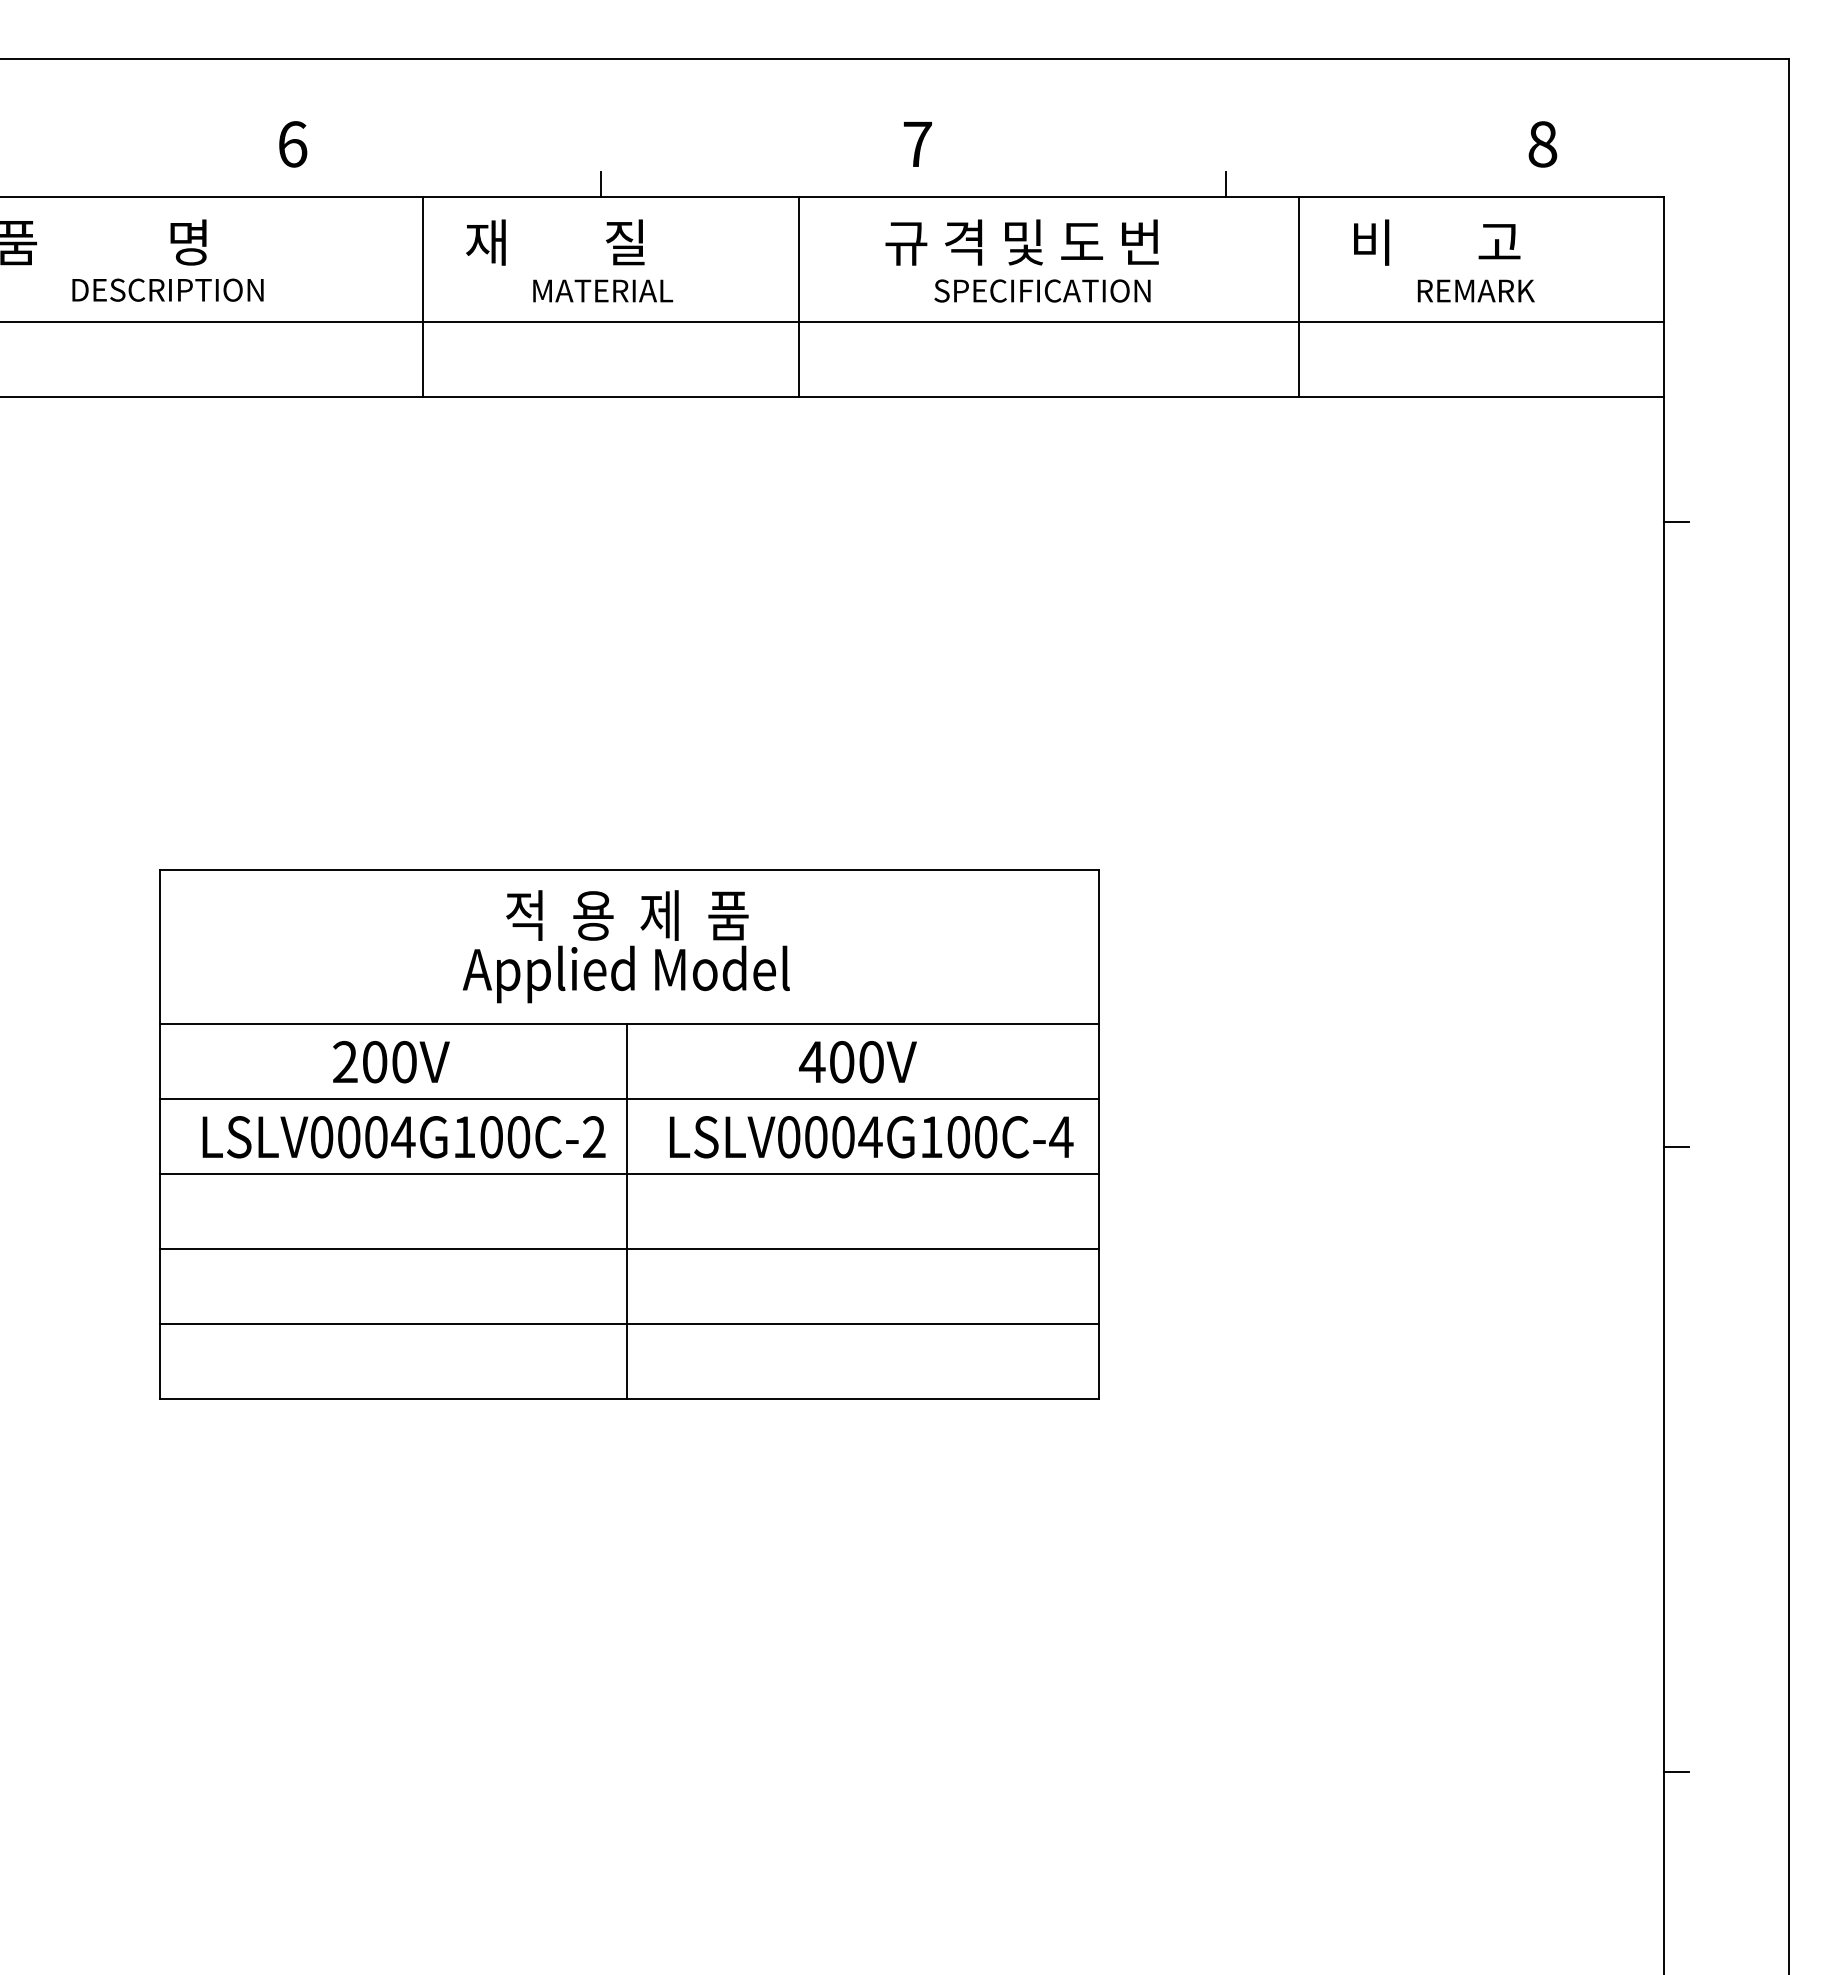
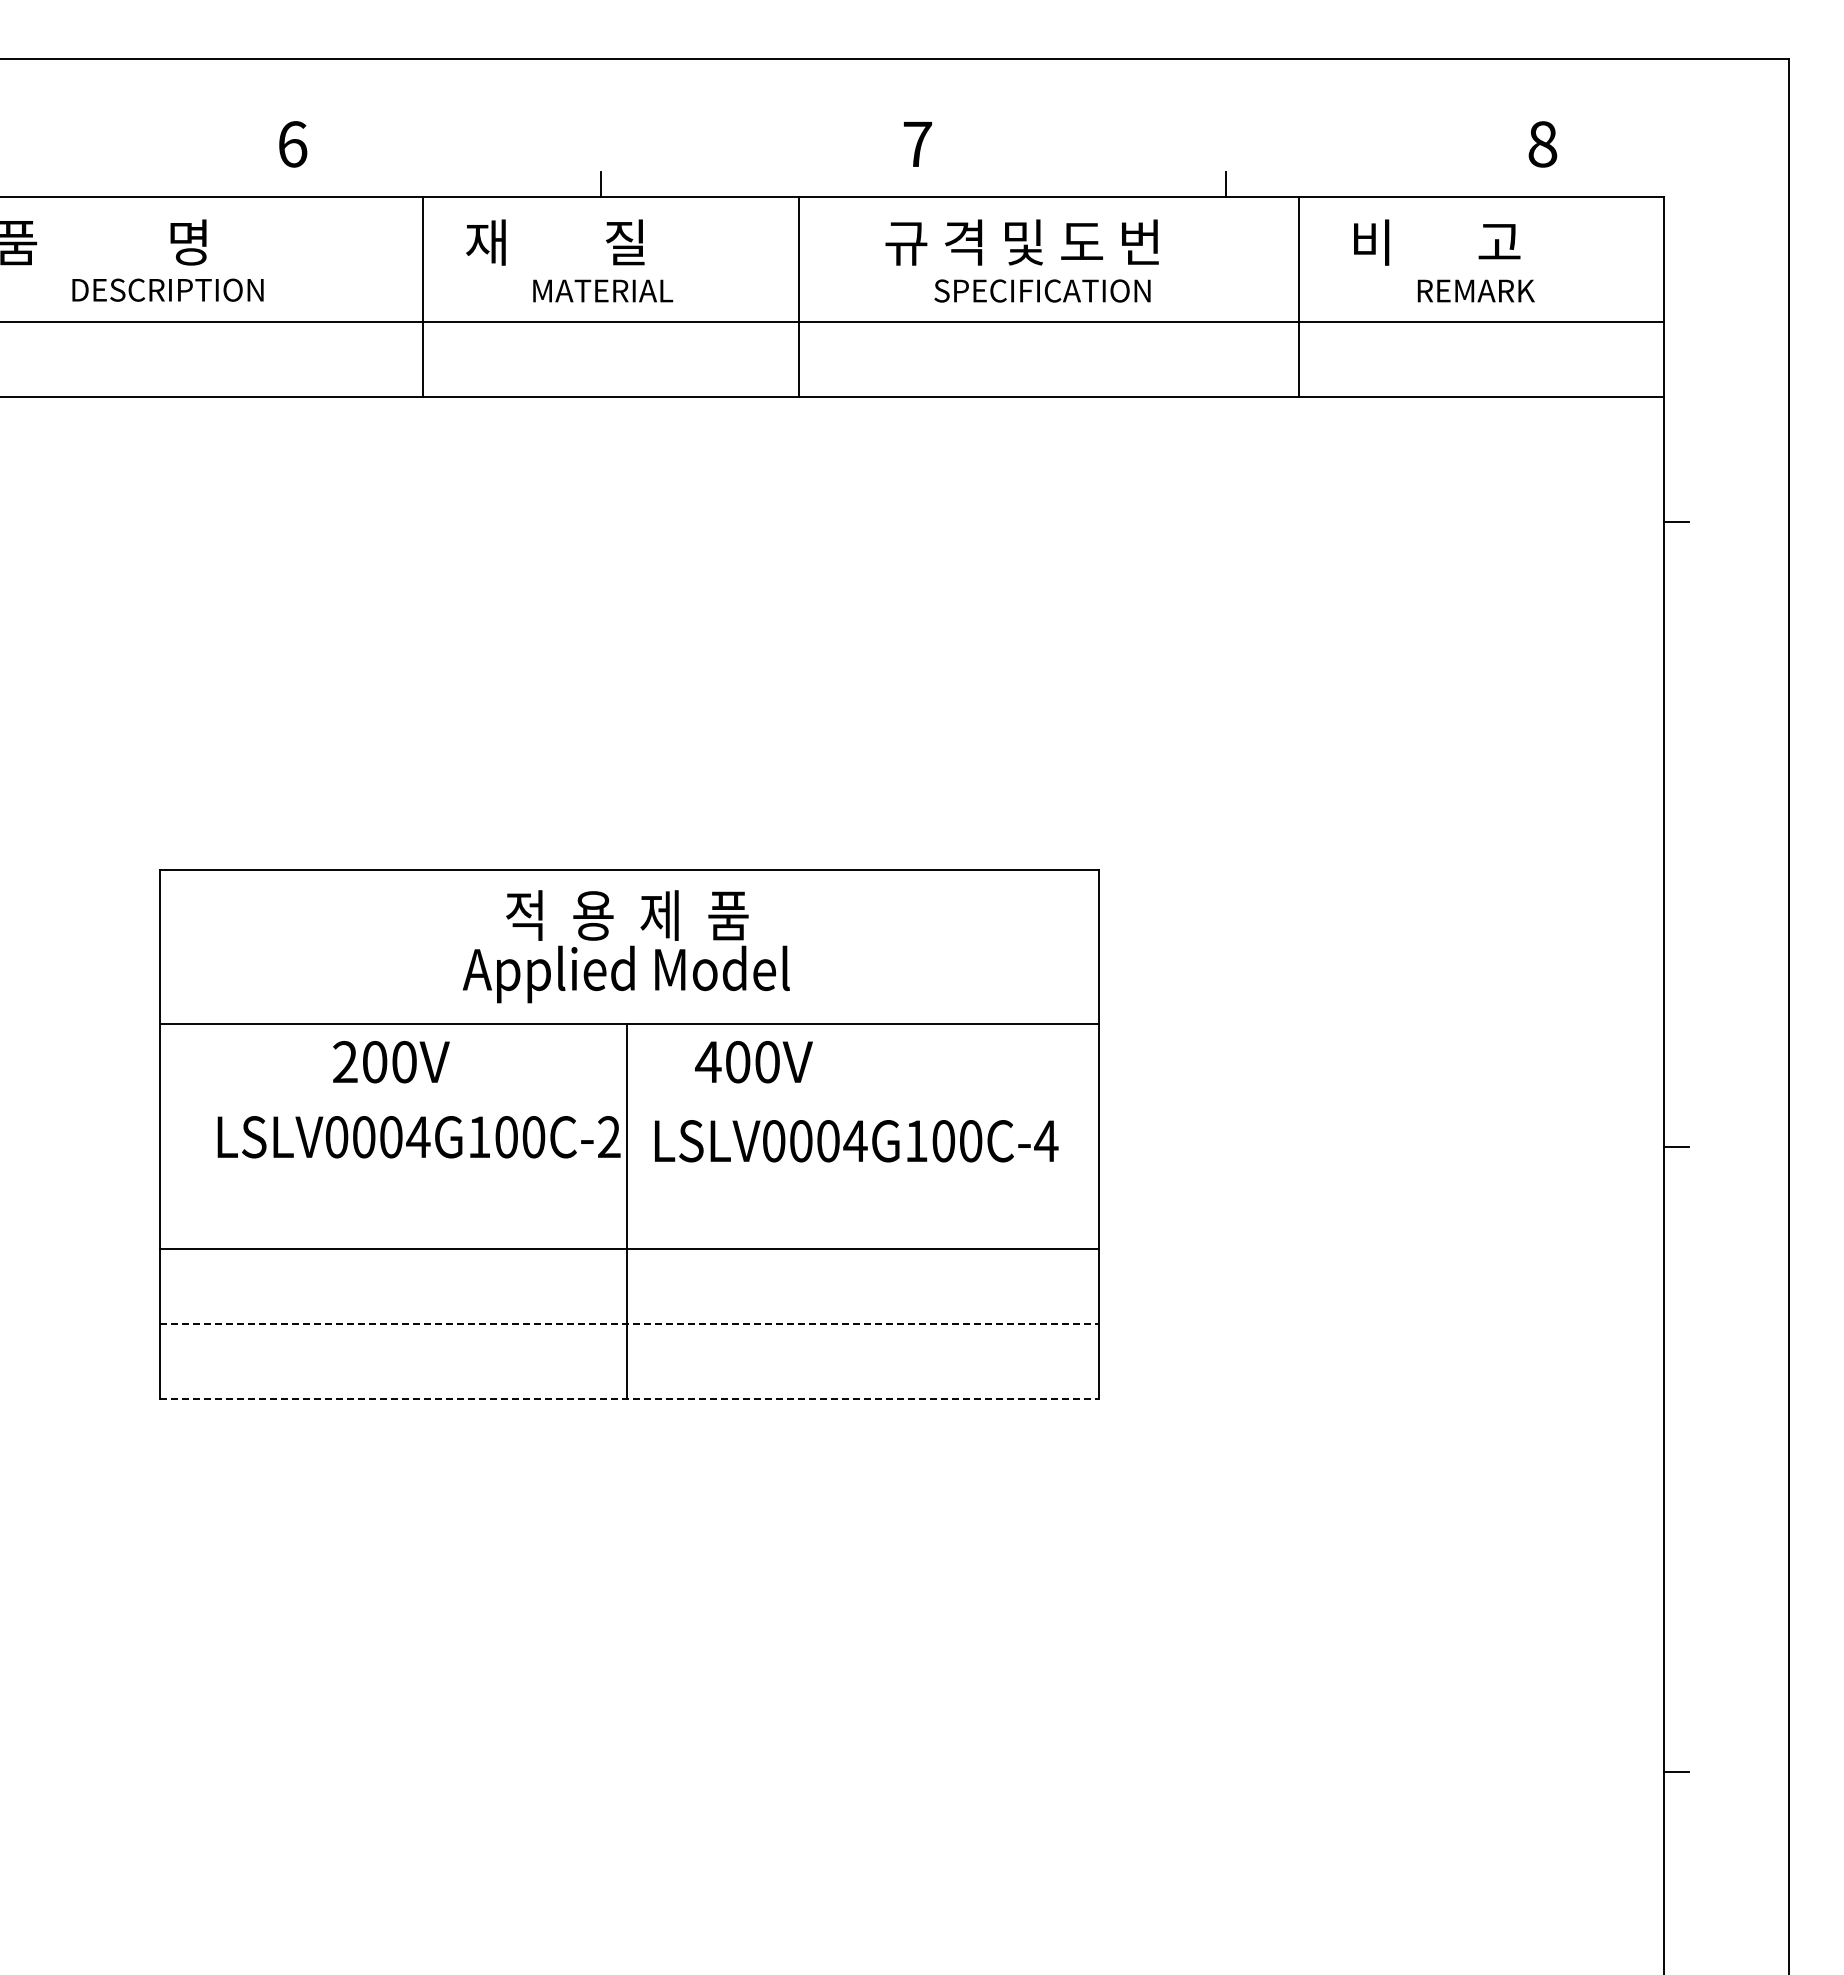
text at (857, 1062) position: (857, 1062) -> (753, 1062)
line at (629, 1098): present -> none
text at (403, 1137) position: (403, 1137) -> (418, 1137)
text at (871, 1137) position: (871, 1137) -> (856, 1141)
line at (629, 1173): present -> none
line at (630, 1323): solid -> dashed
line at (630, 1398): solid -> dashed
